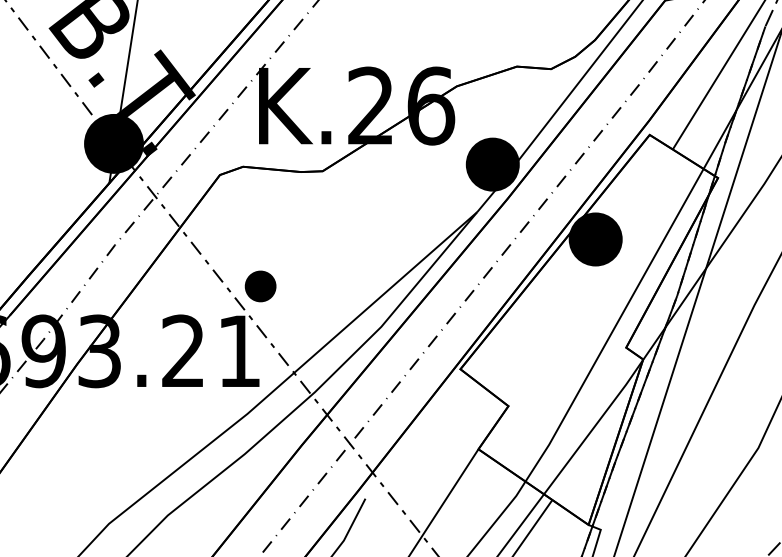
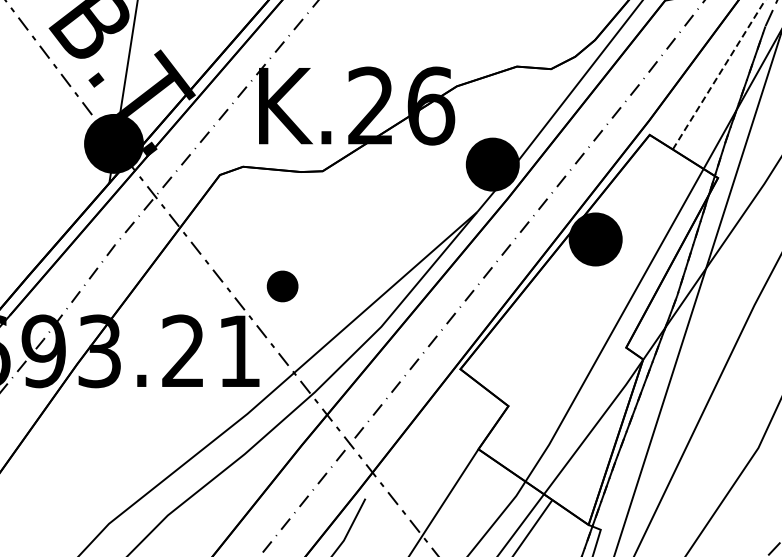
line at (719, 74): solid -> dashed
part at (260, 286) position: (260, 286) -> (282, 286)
